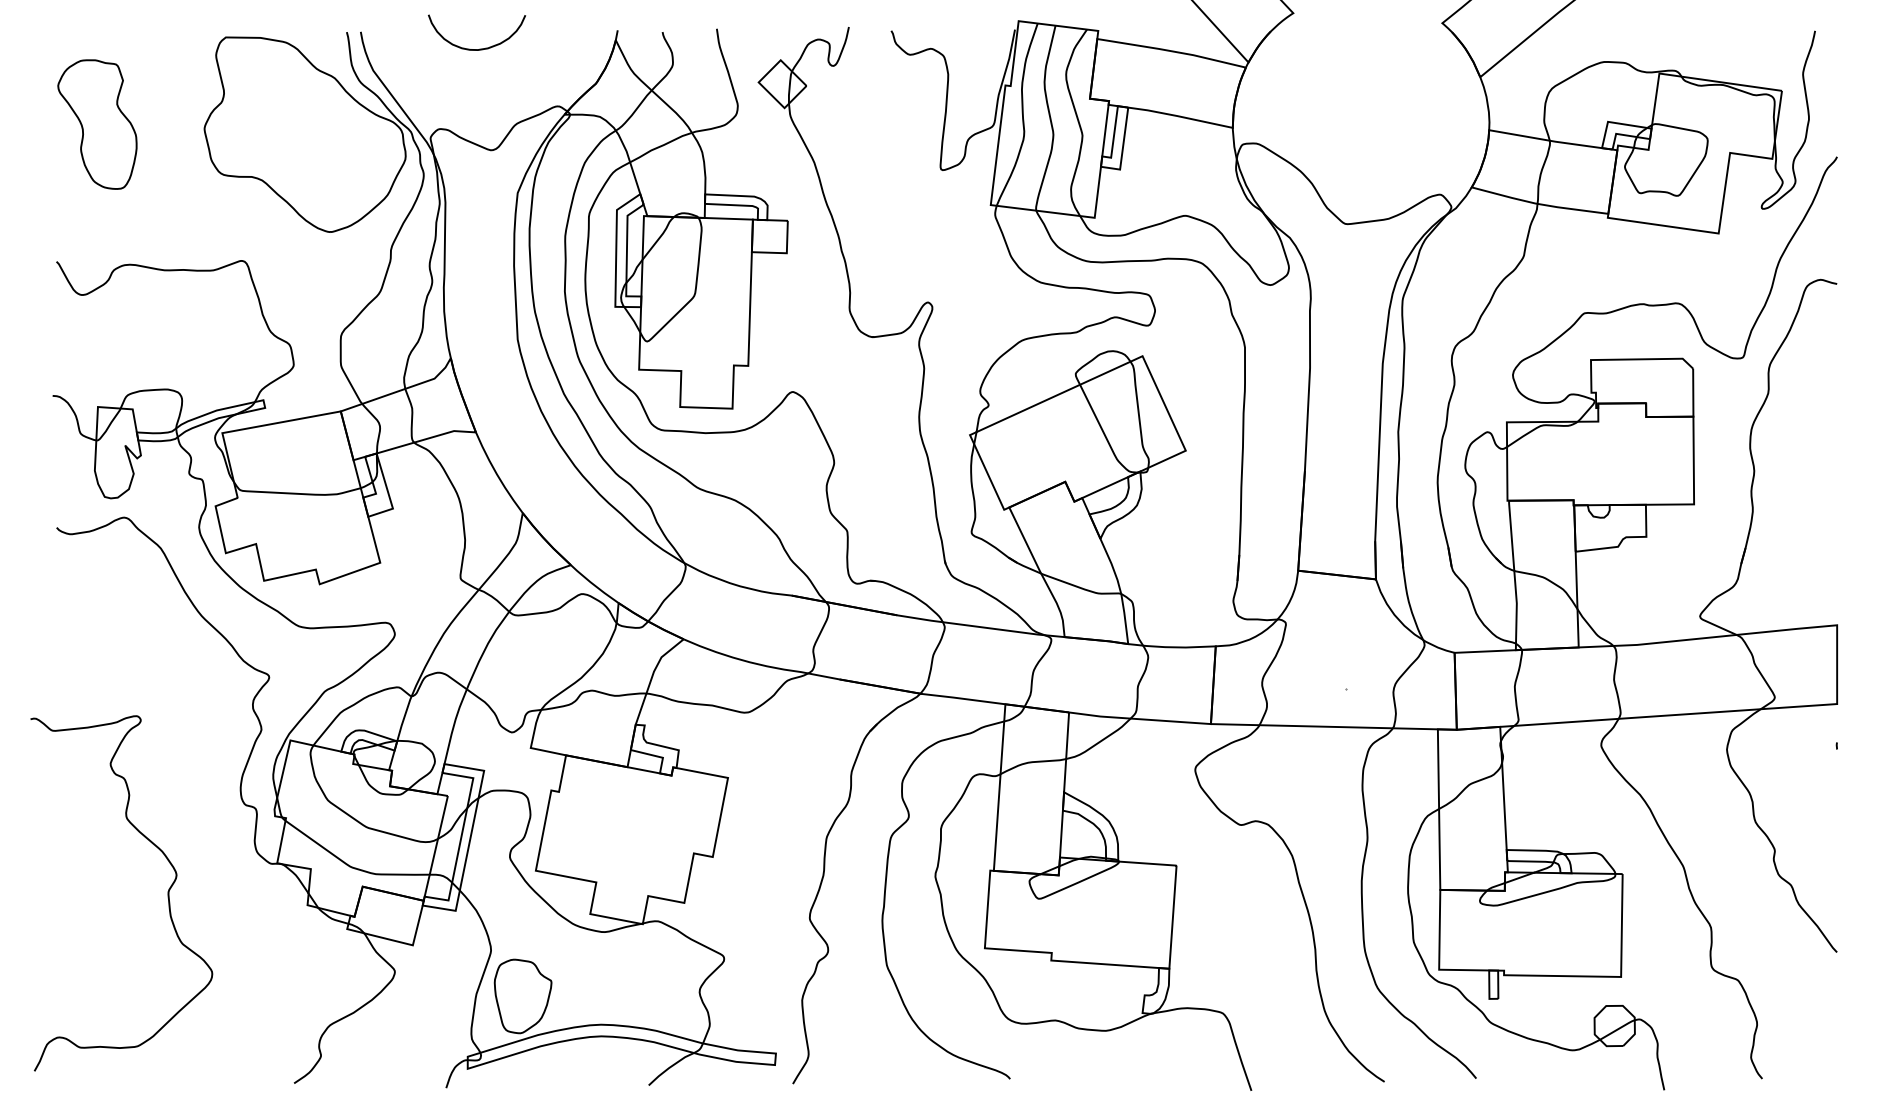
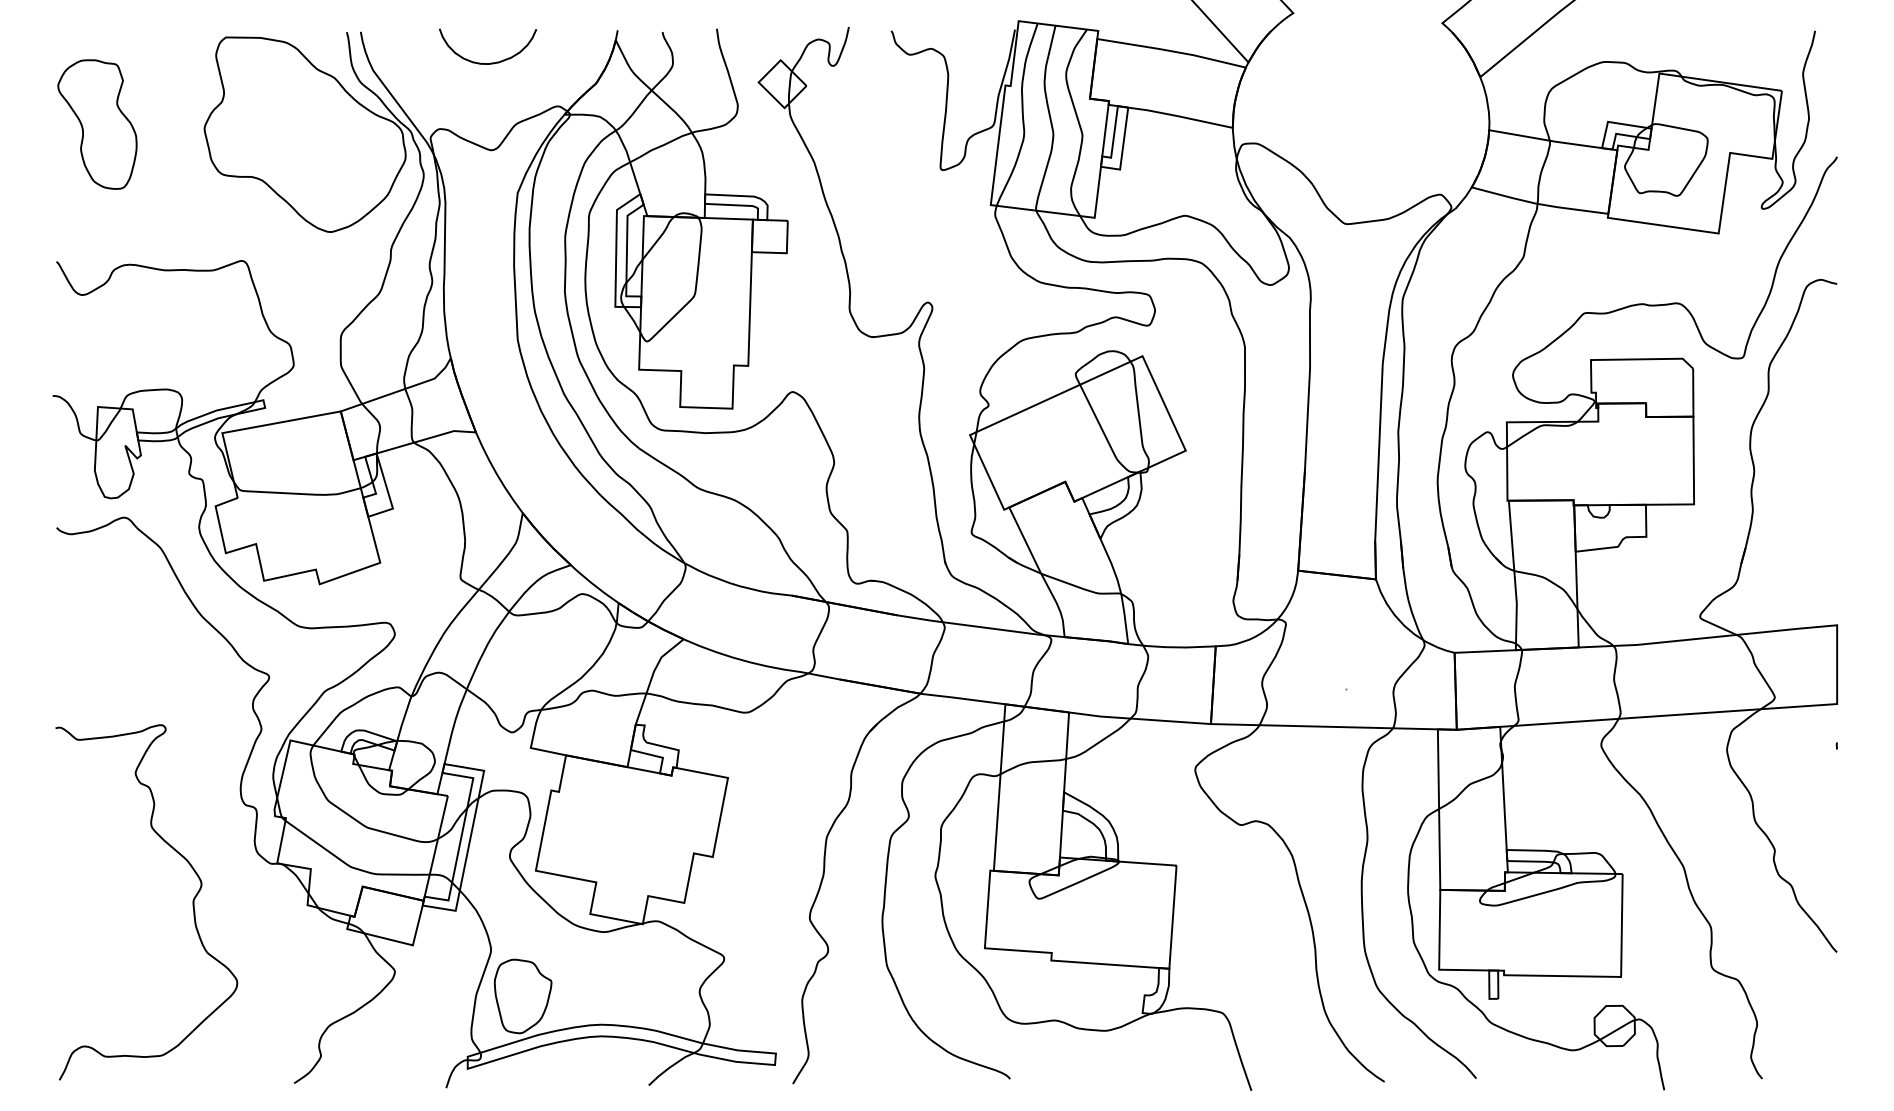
curve at (479, 48) position: (479, 48) -> (490, 62)
curve at (167, 893) position: (167, 893) -> (192, 902)
